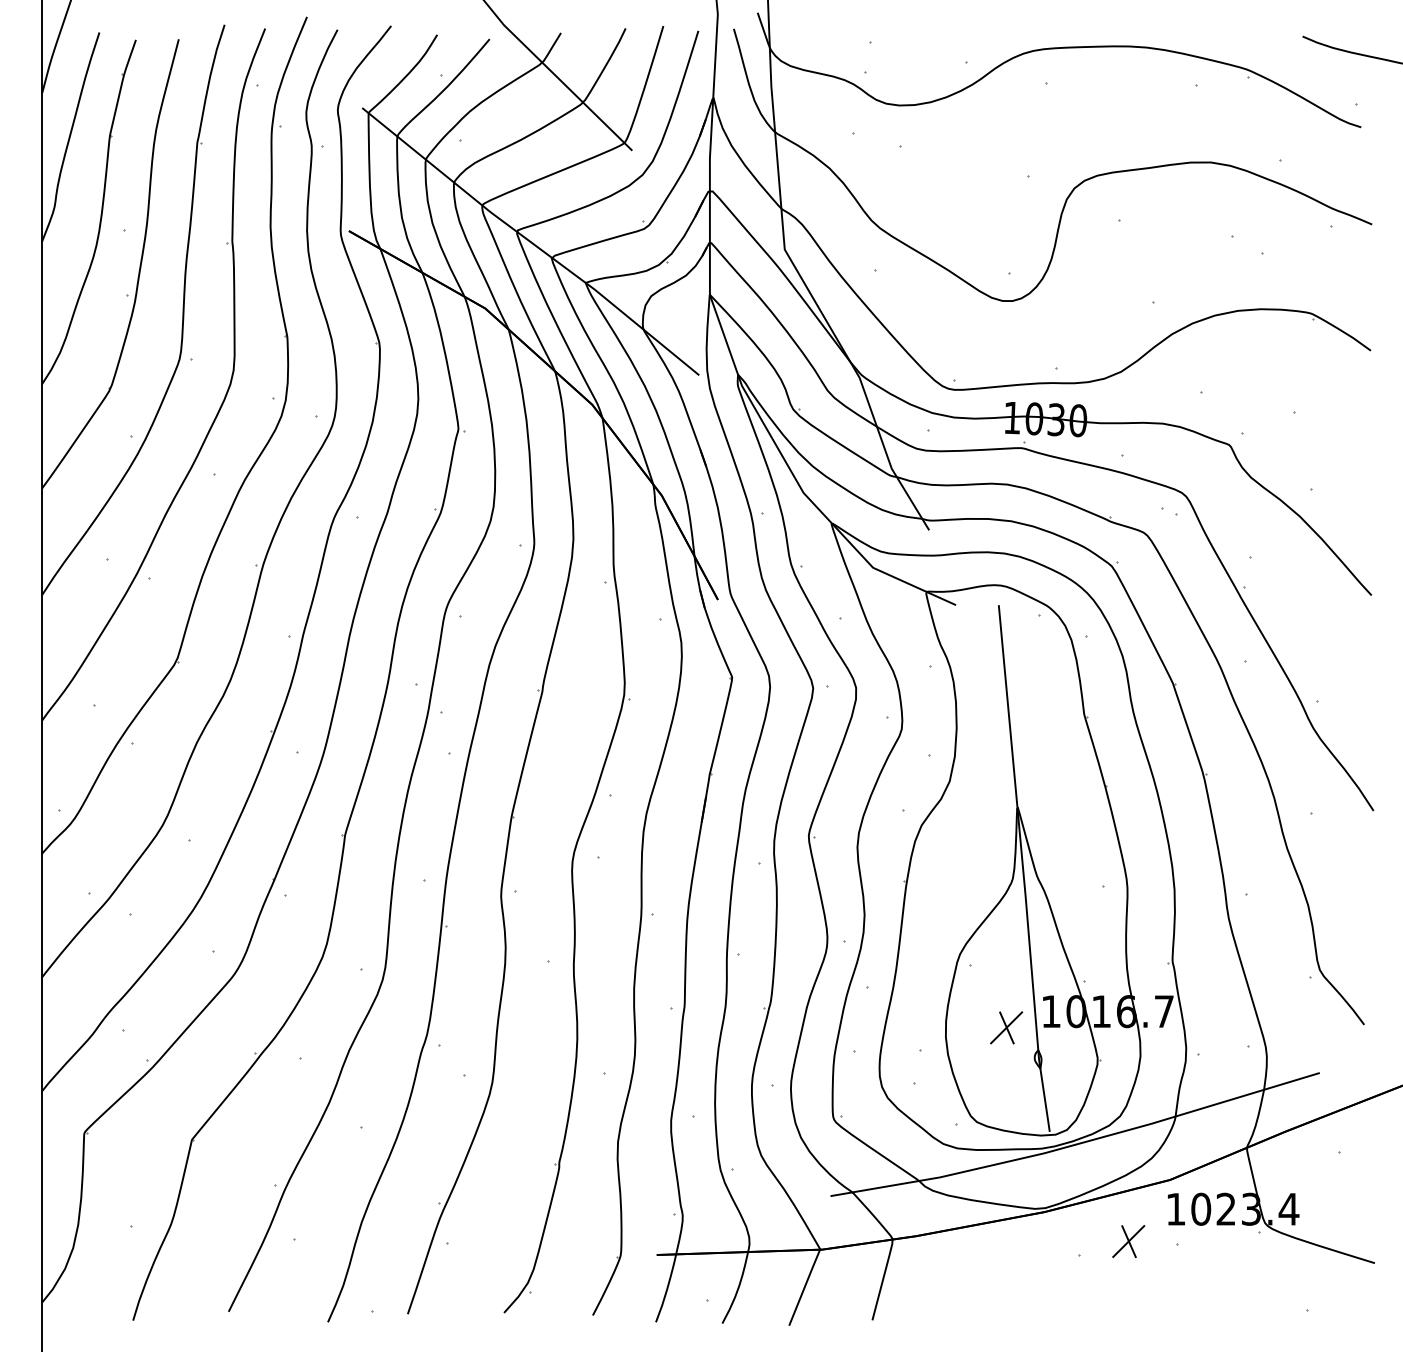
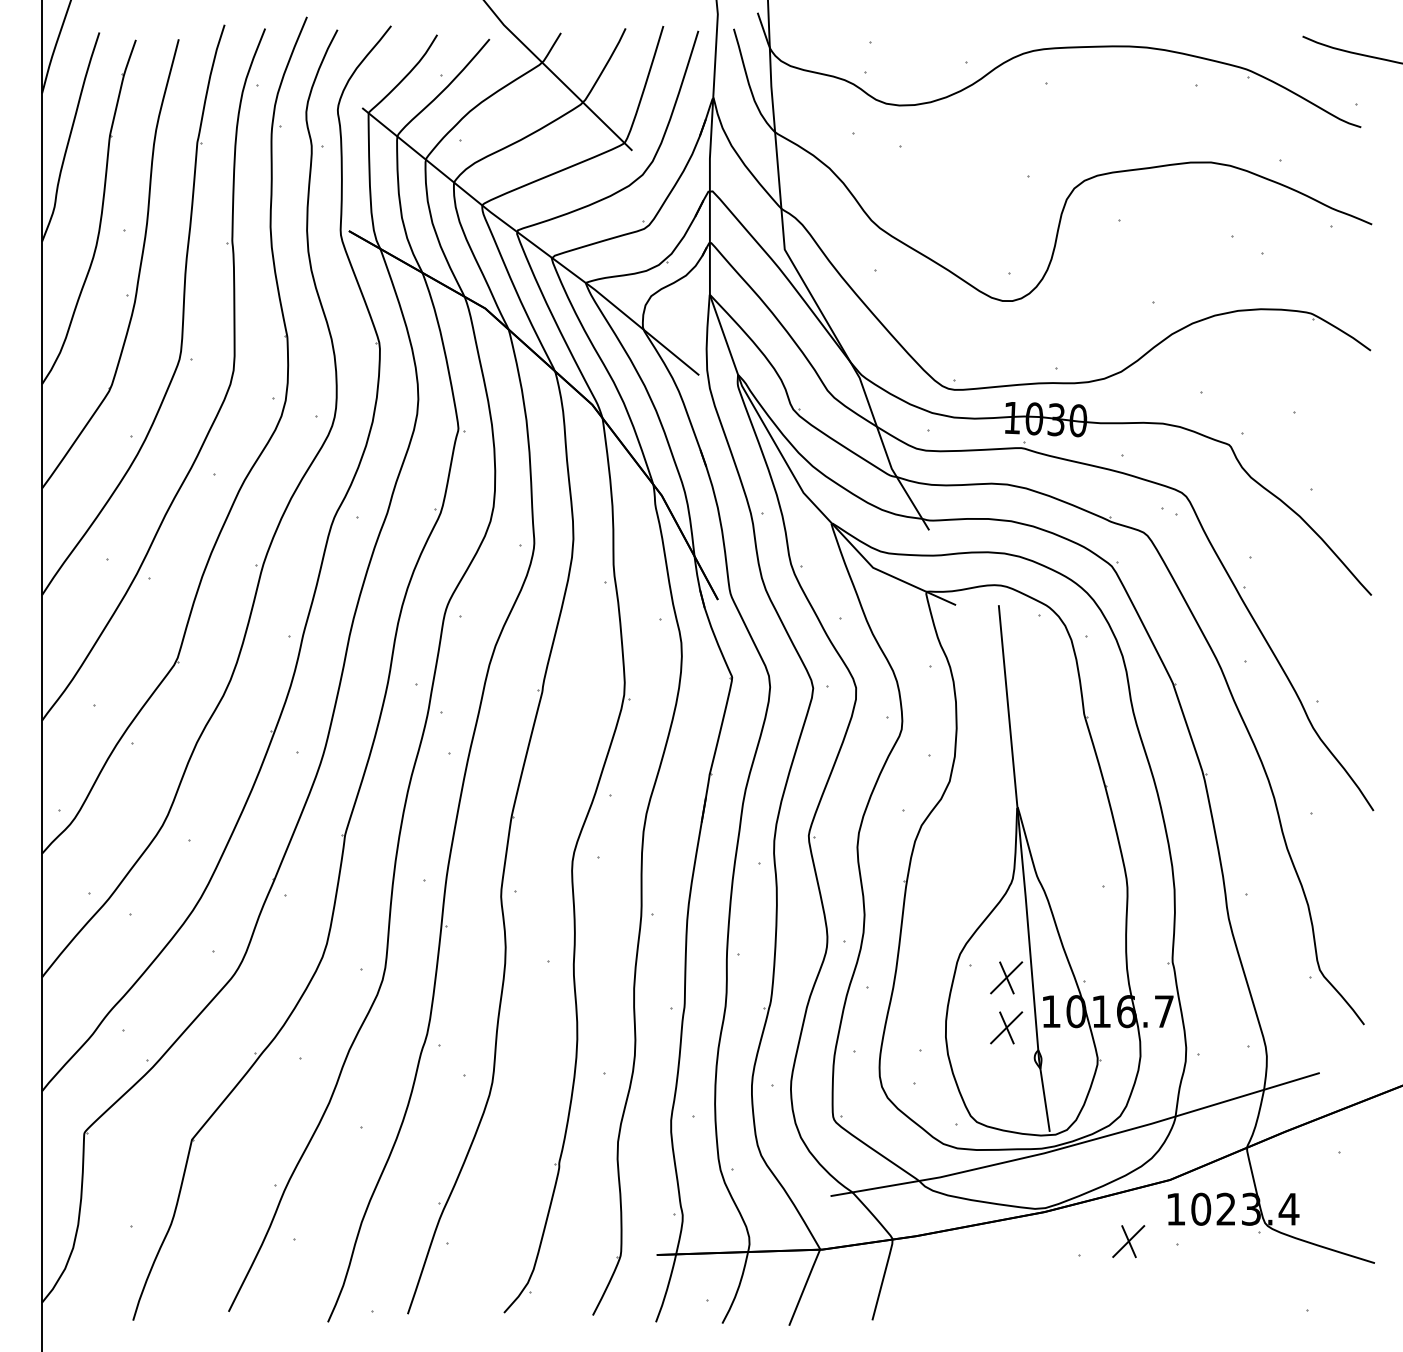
part at (1006, 977): none -> present
